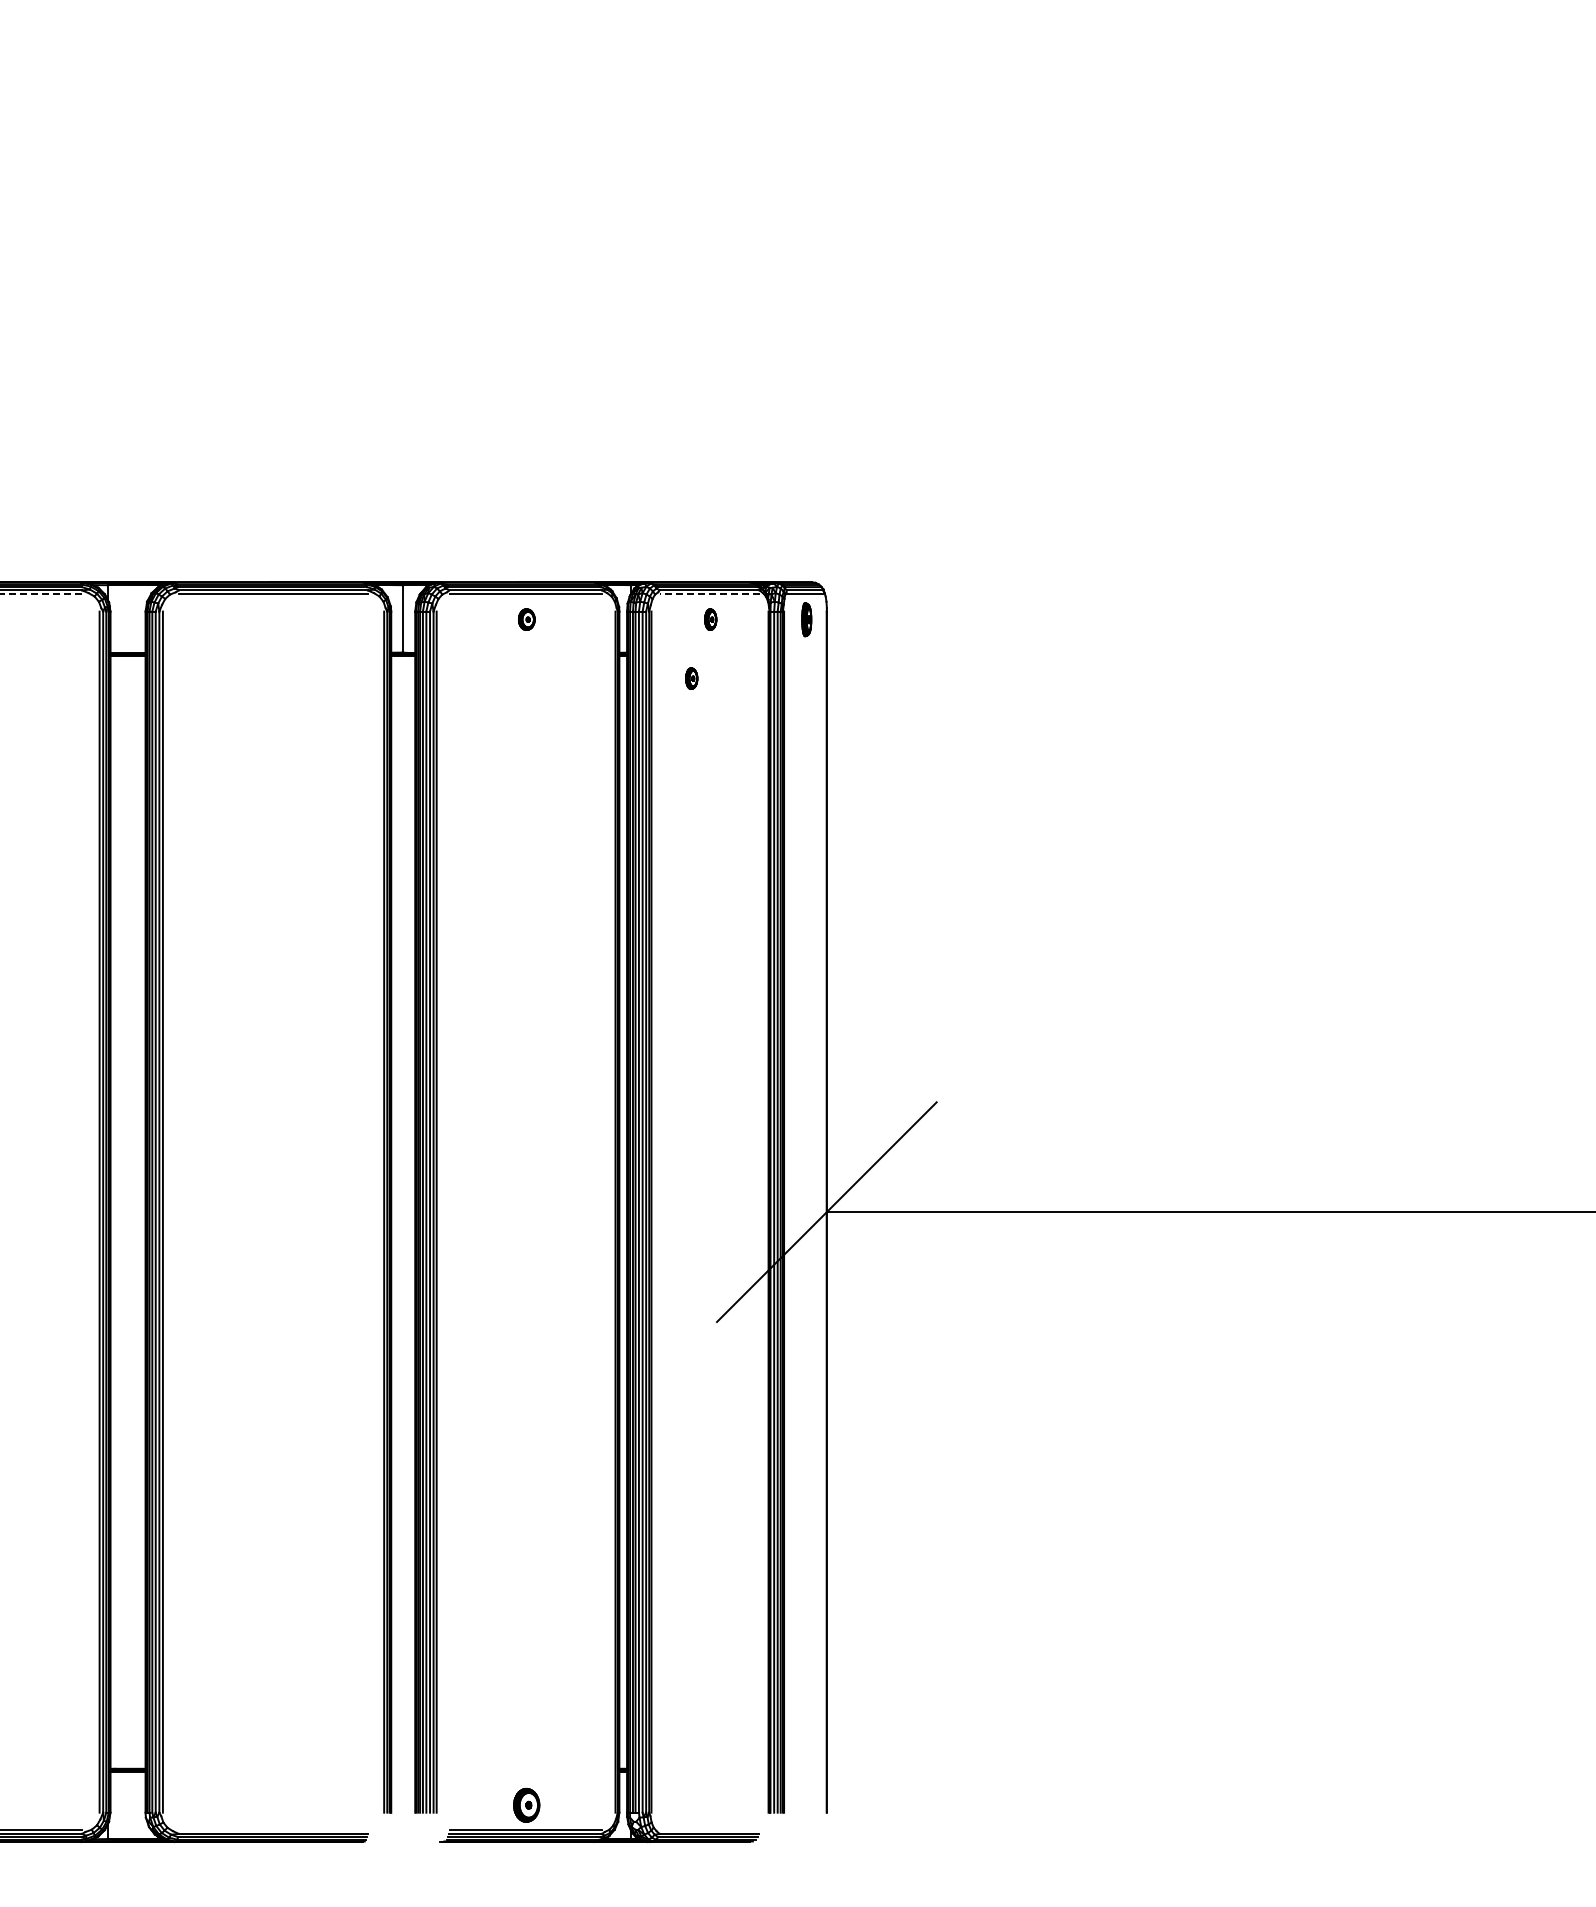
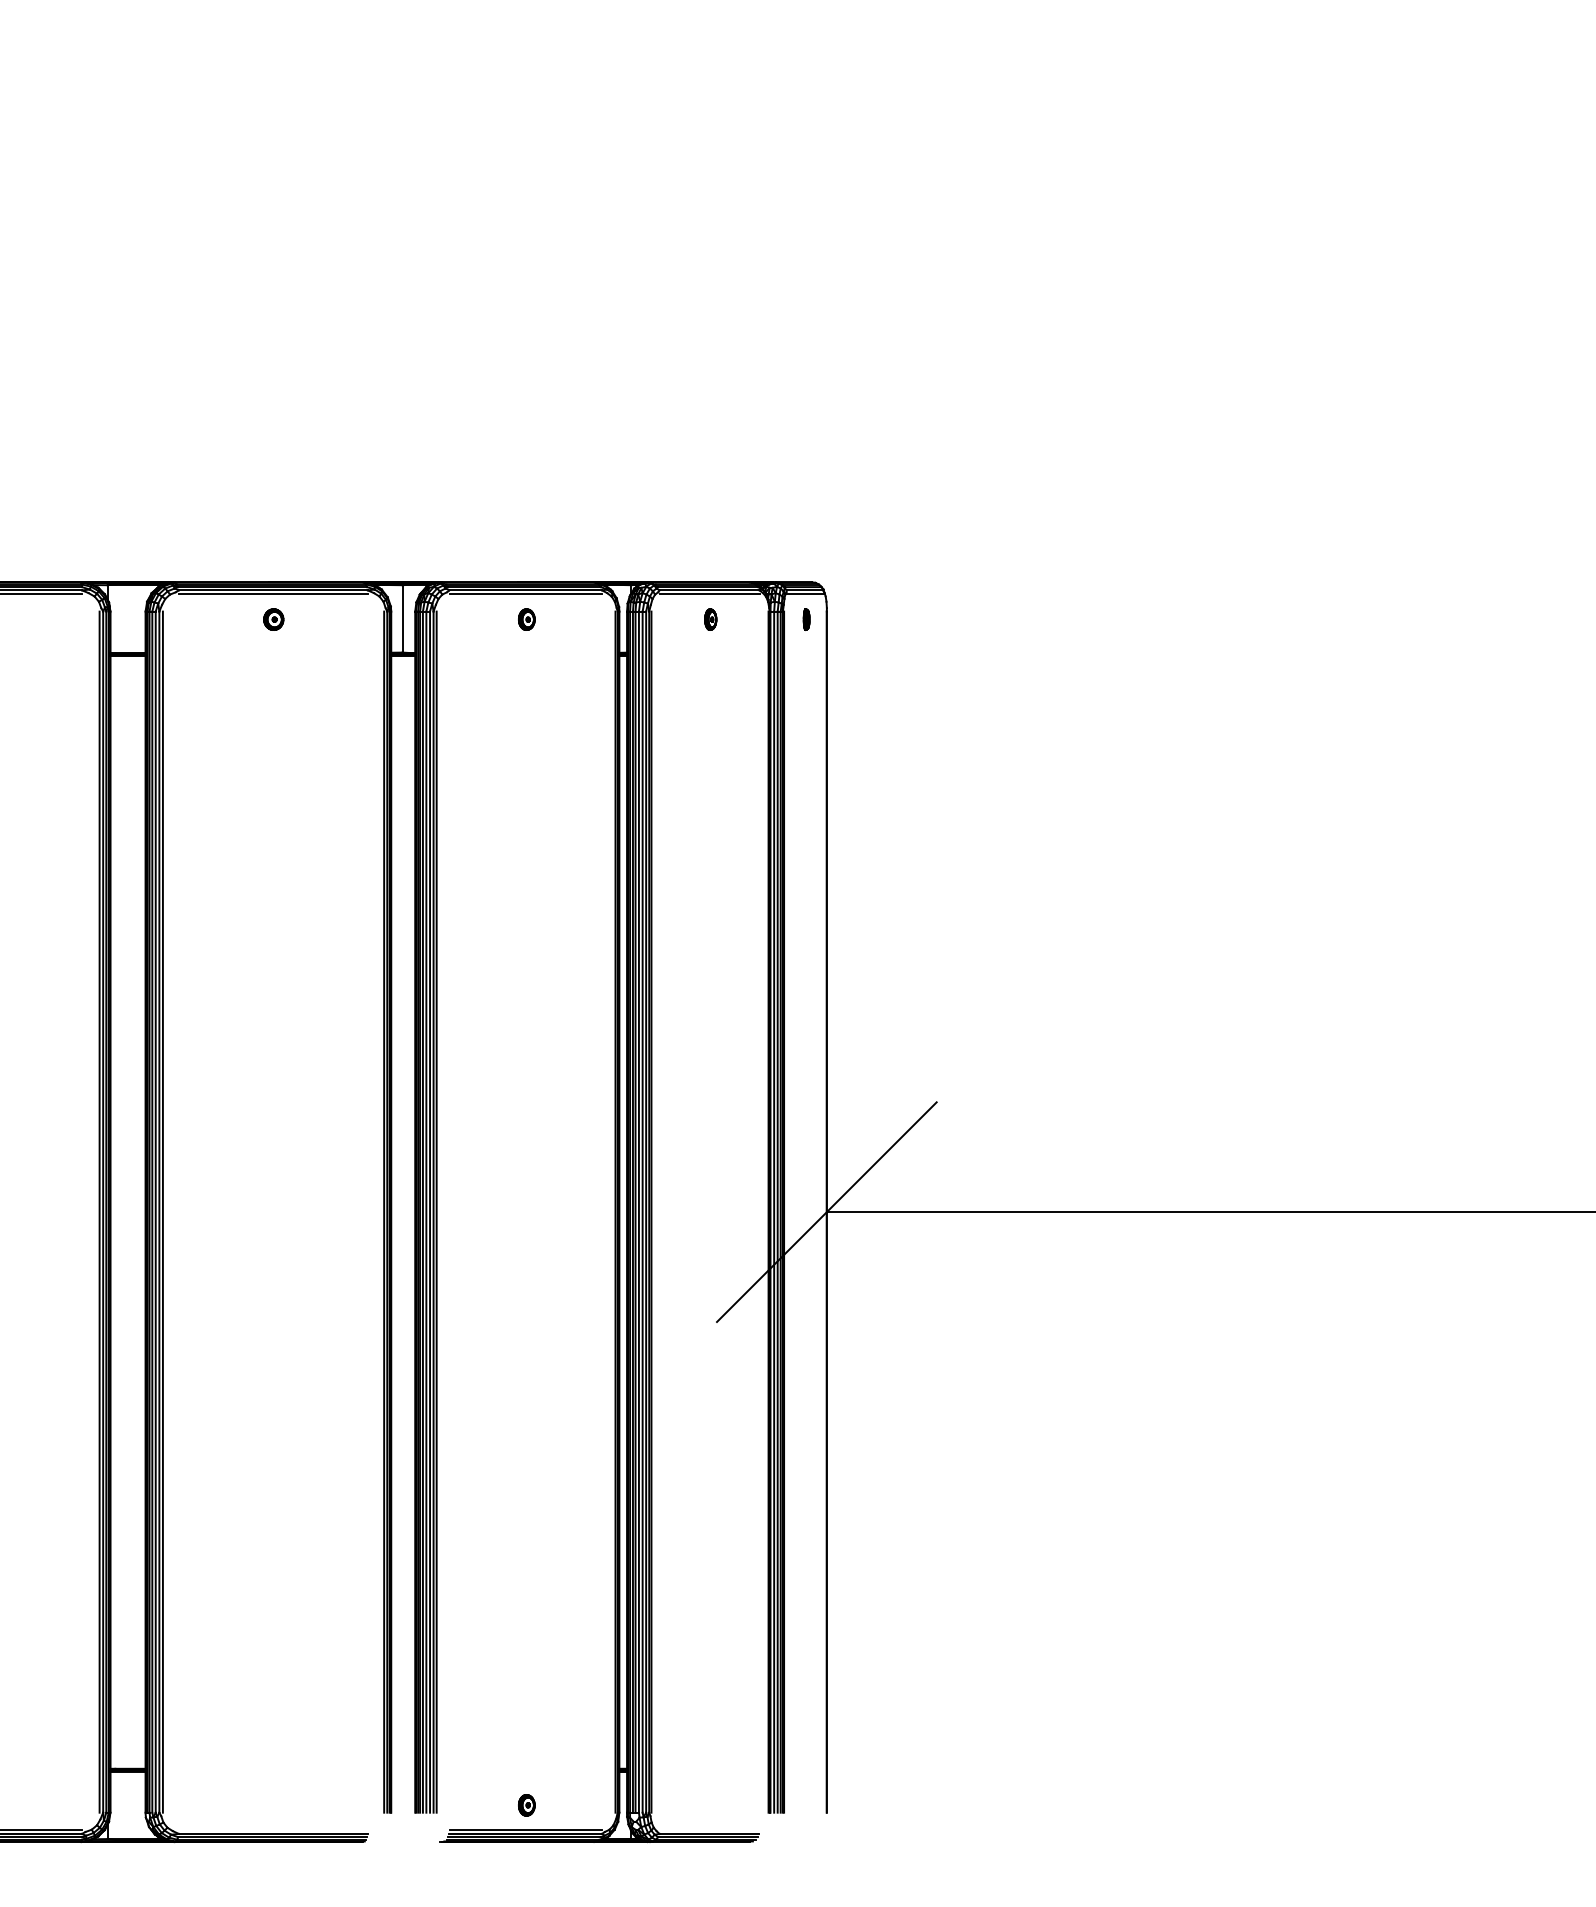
line at (41, 594): dashed -> solid
line at (710, 594): dashed -> solid
part at (273, 619): none -> present
part at (806, 619) size: 12x36 px -> 9x23 px
part at (691, 678): present -> none
part at (526, 1804) size: 28x36 px -> 18x23 px
